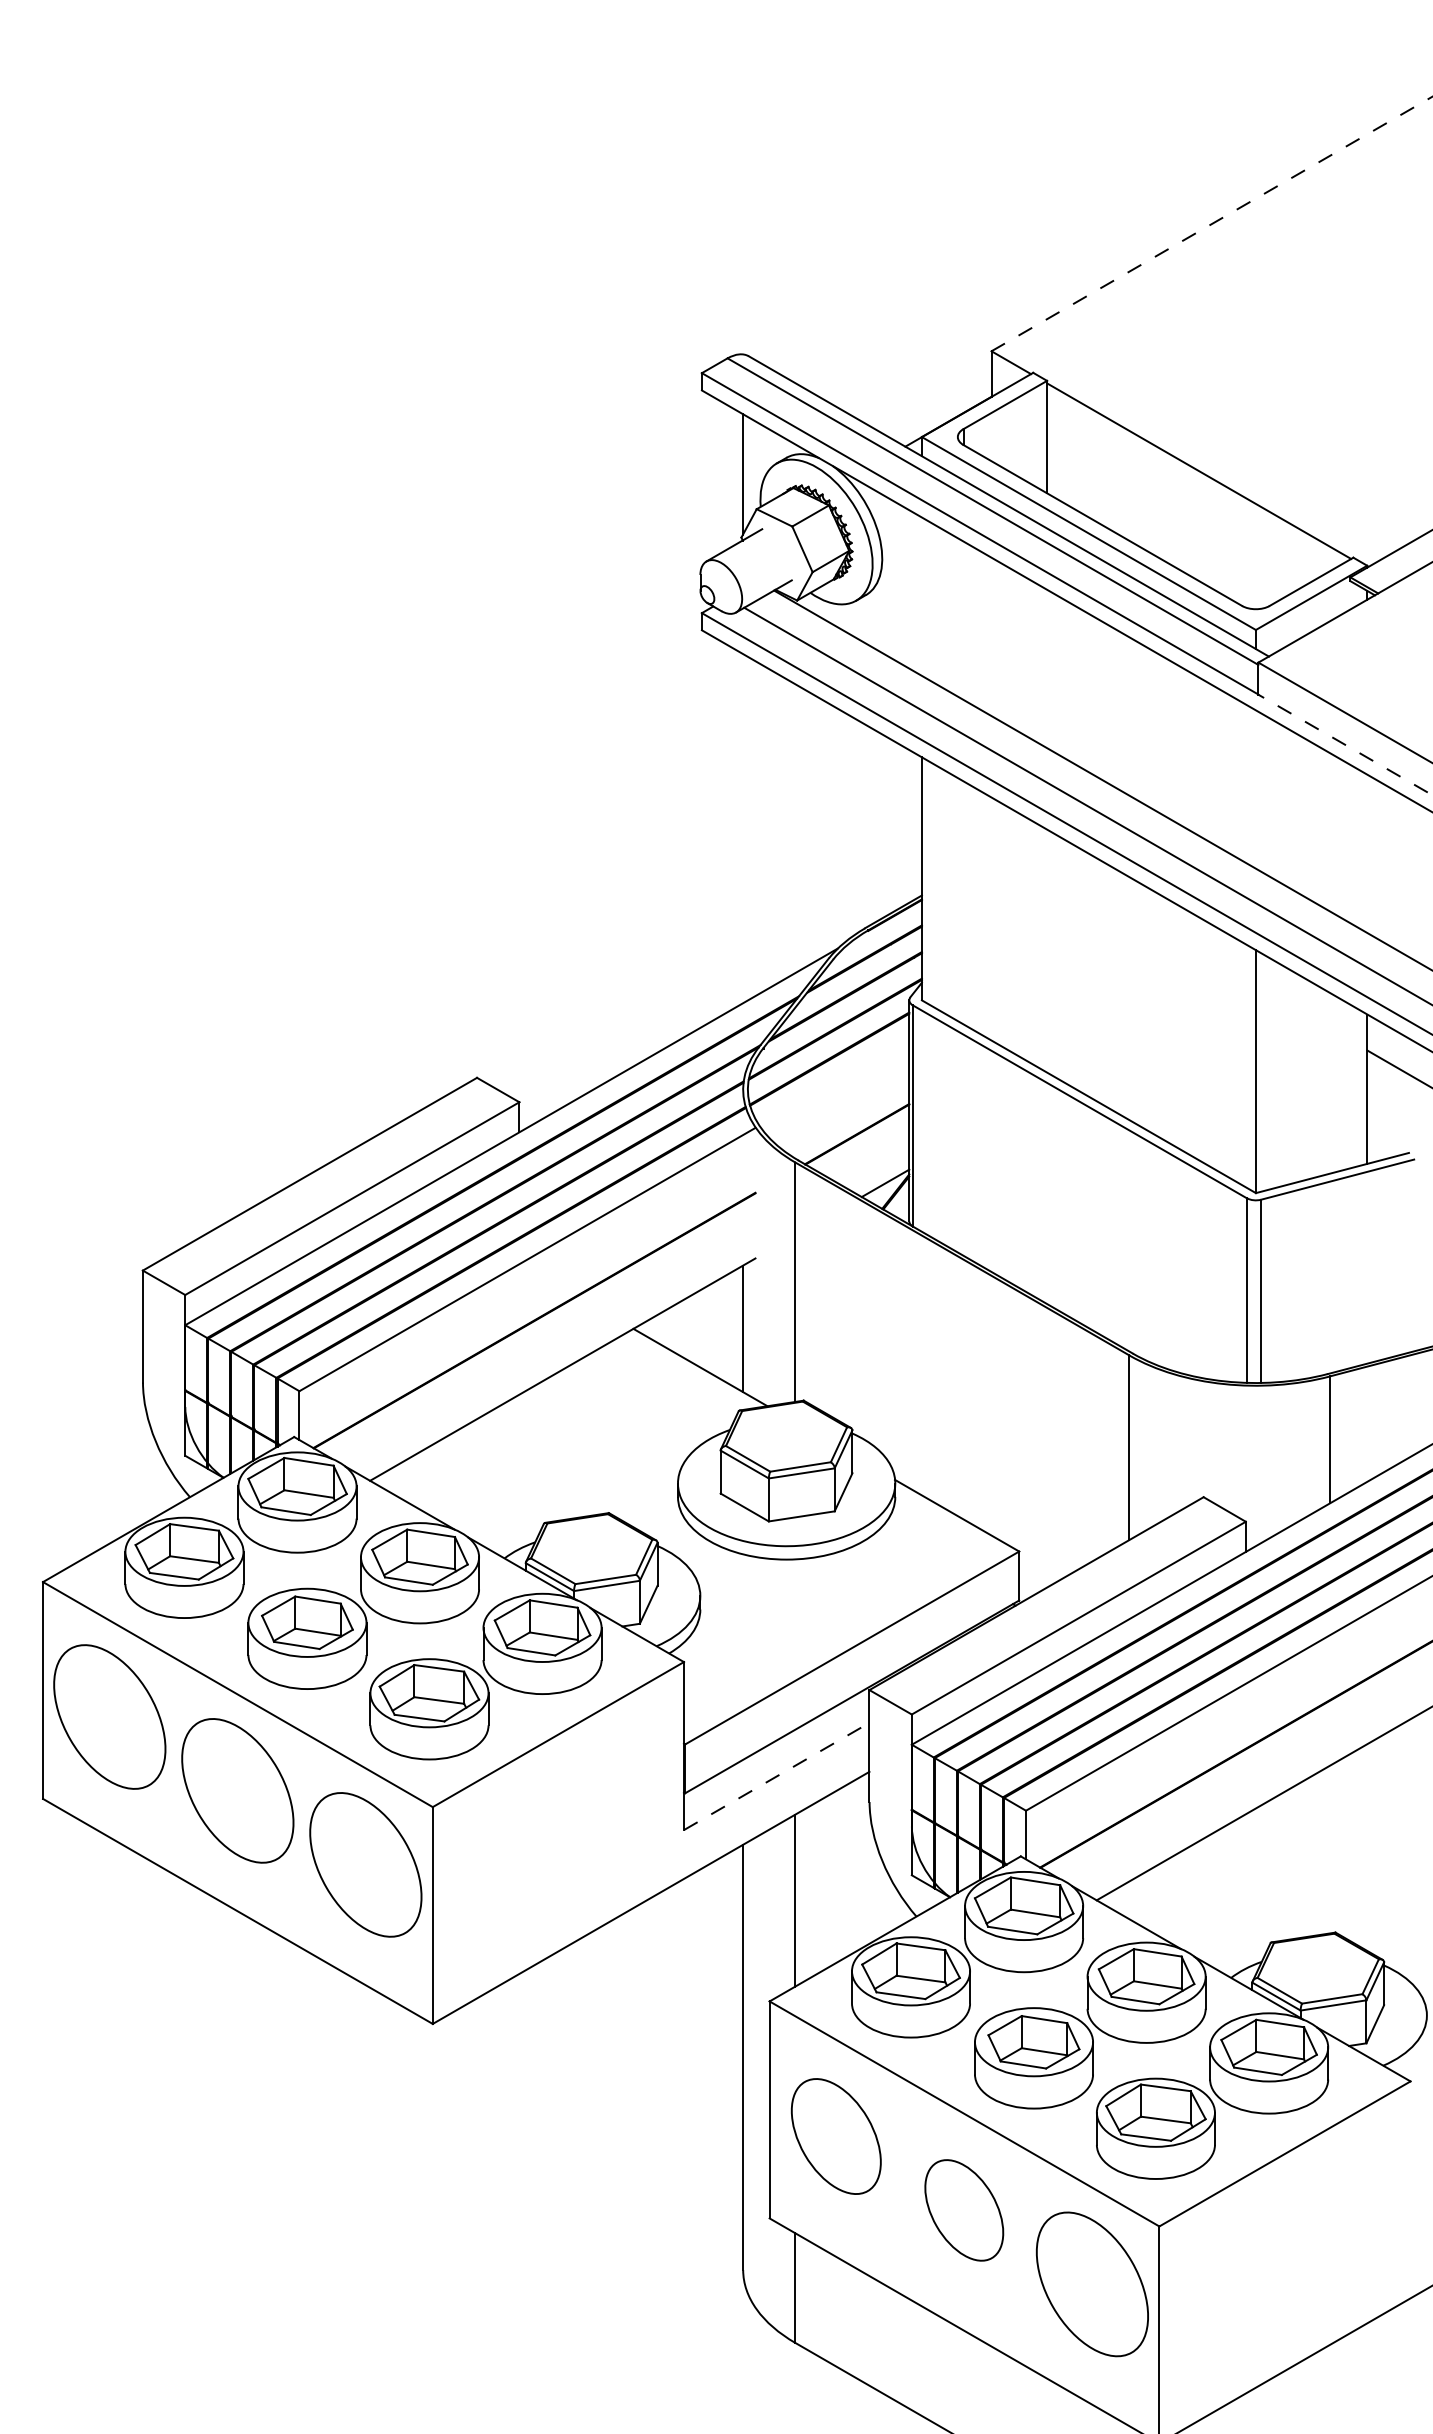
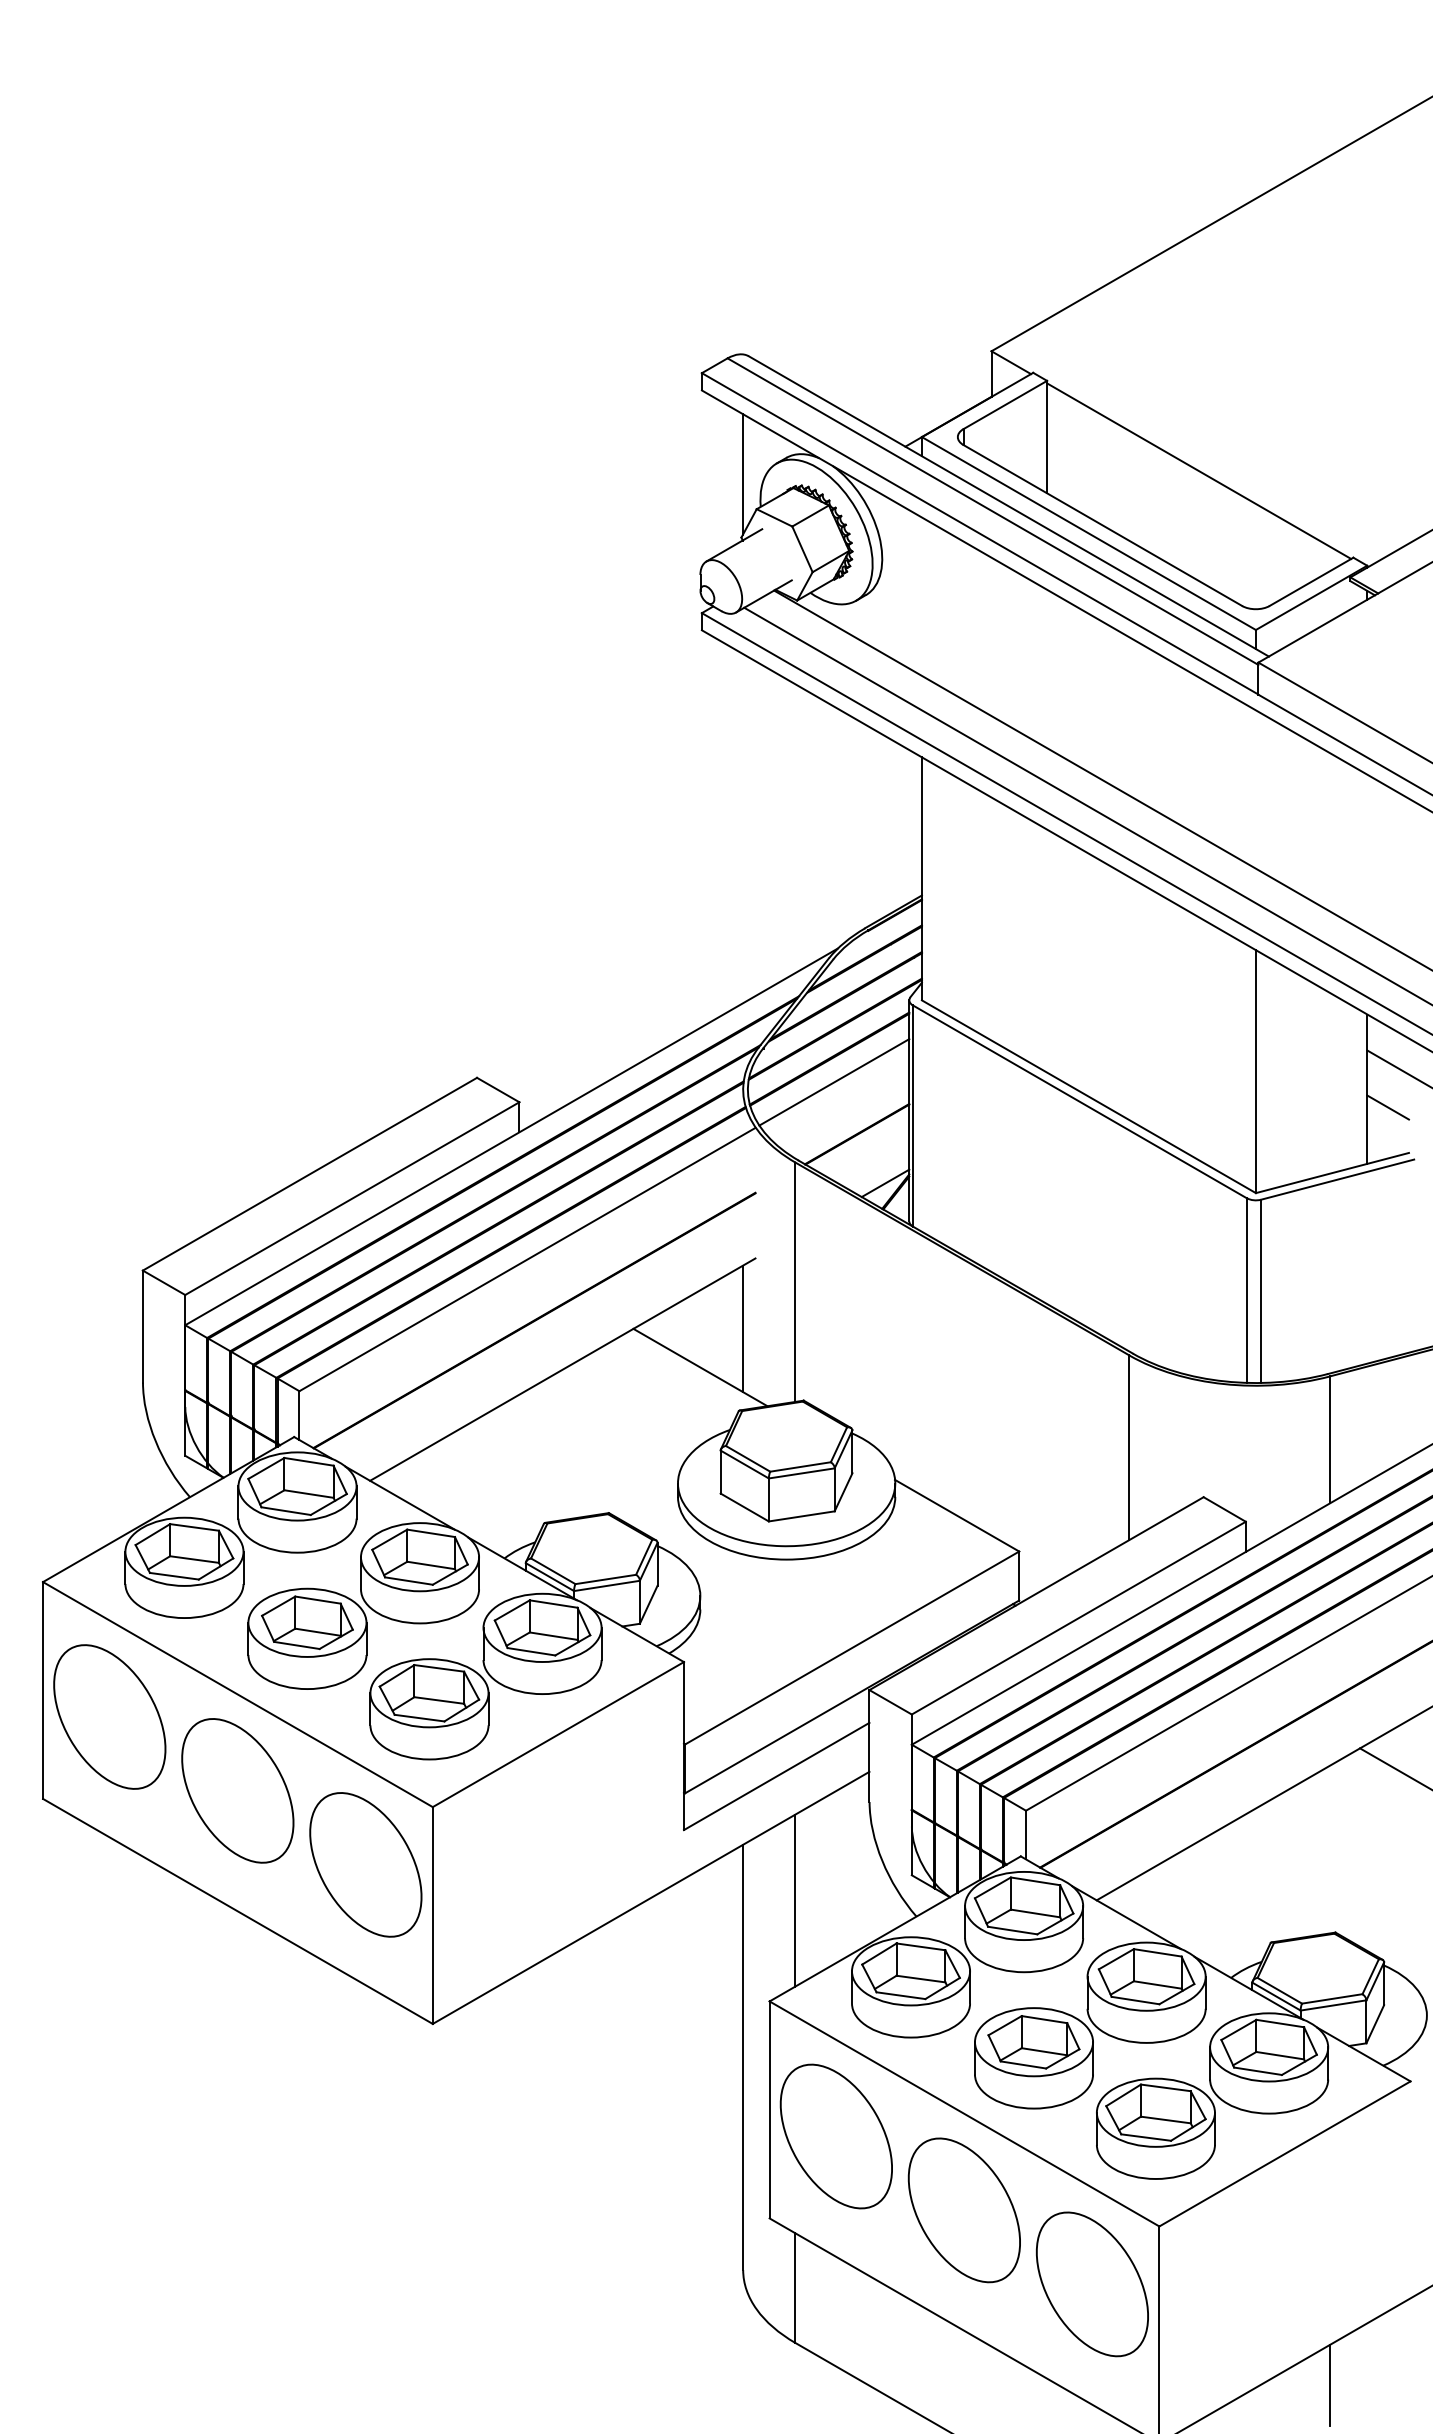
line at (1212, 223): dashed -> solid
line at (1344, 744): dashed -> solid
line at (834, 1082): none -> present
line at (1387, 1107): none -> present
line at (1394, 1768): none -> present
line at (777, 1776): dashed -> solid
part at (835, 2136) size: 92x117 px -> 114x147 px
part at (964, 2210) size: 81x103 px -> 114x147 px
line at (1329, 2385): none -> present
